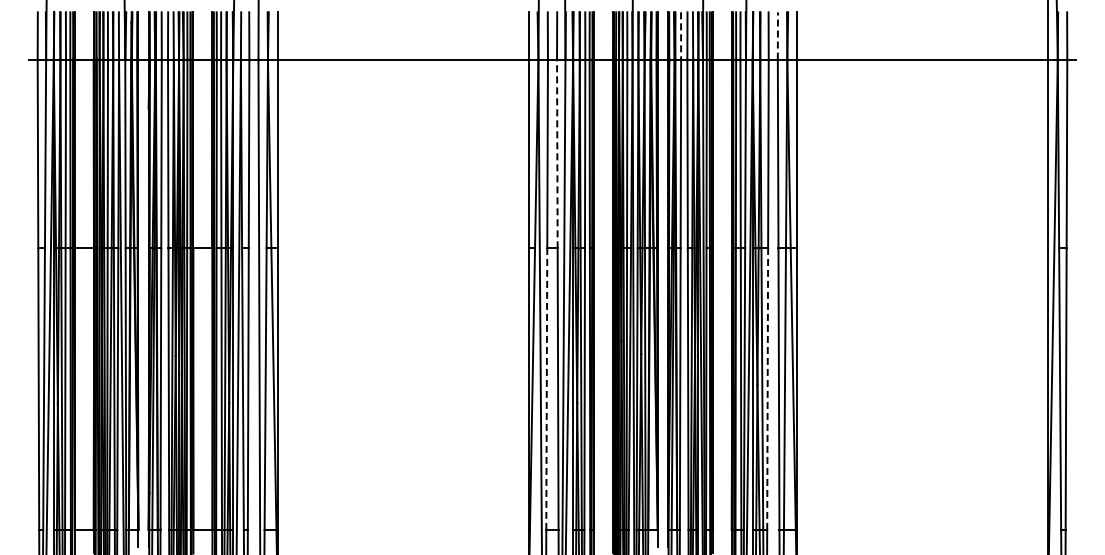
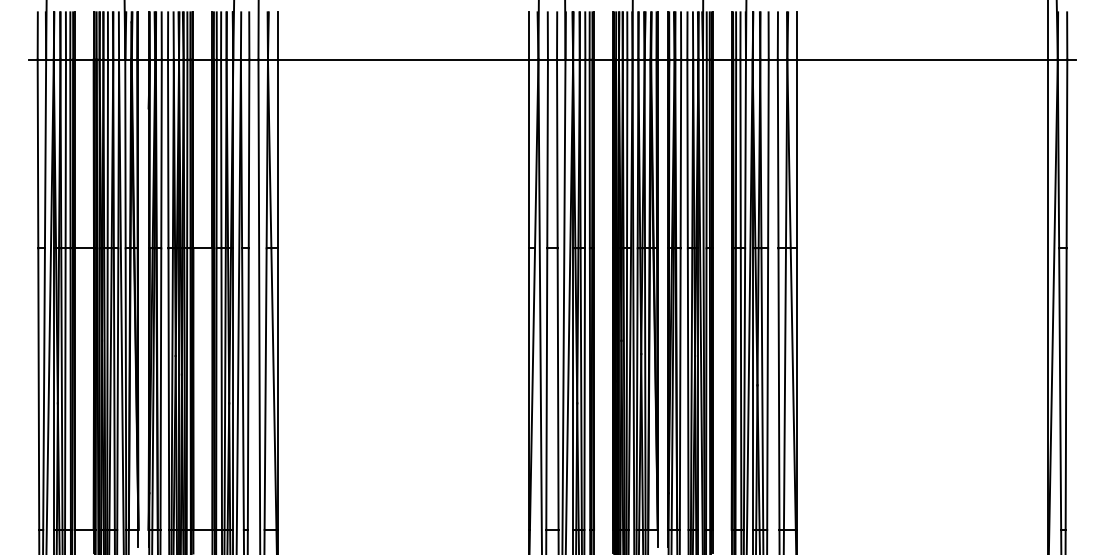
line at (681, 35): dashed -> solid
line at (777, 35): dashed -> solid
line at (557, 153): dashed -> solid
line at (546, 389): dashed -> solid
line at (767, 389): dashed -> solid
